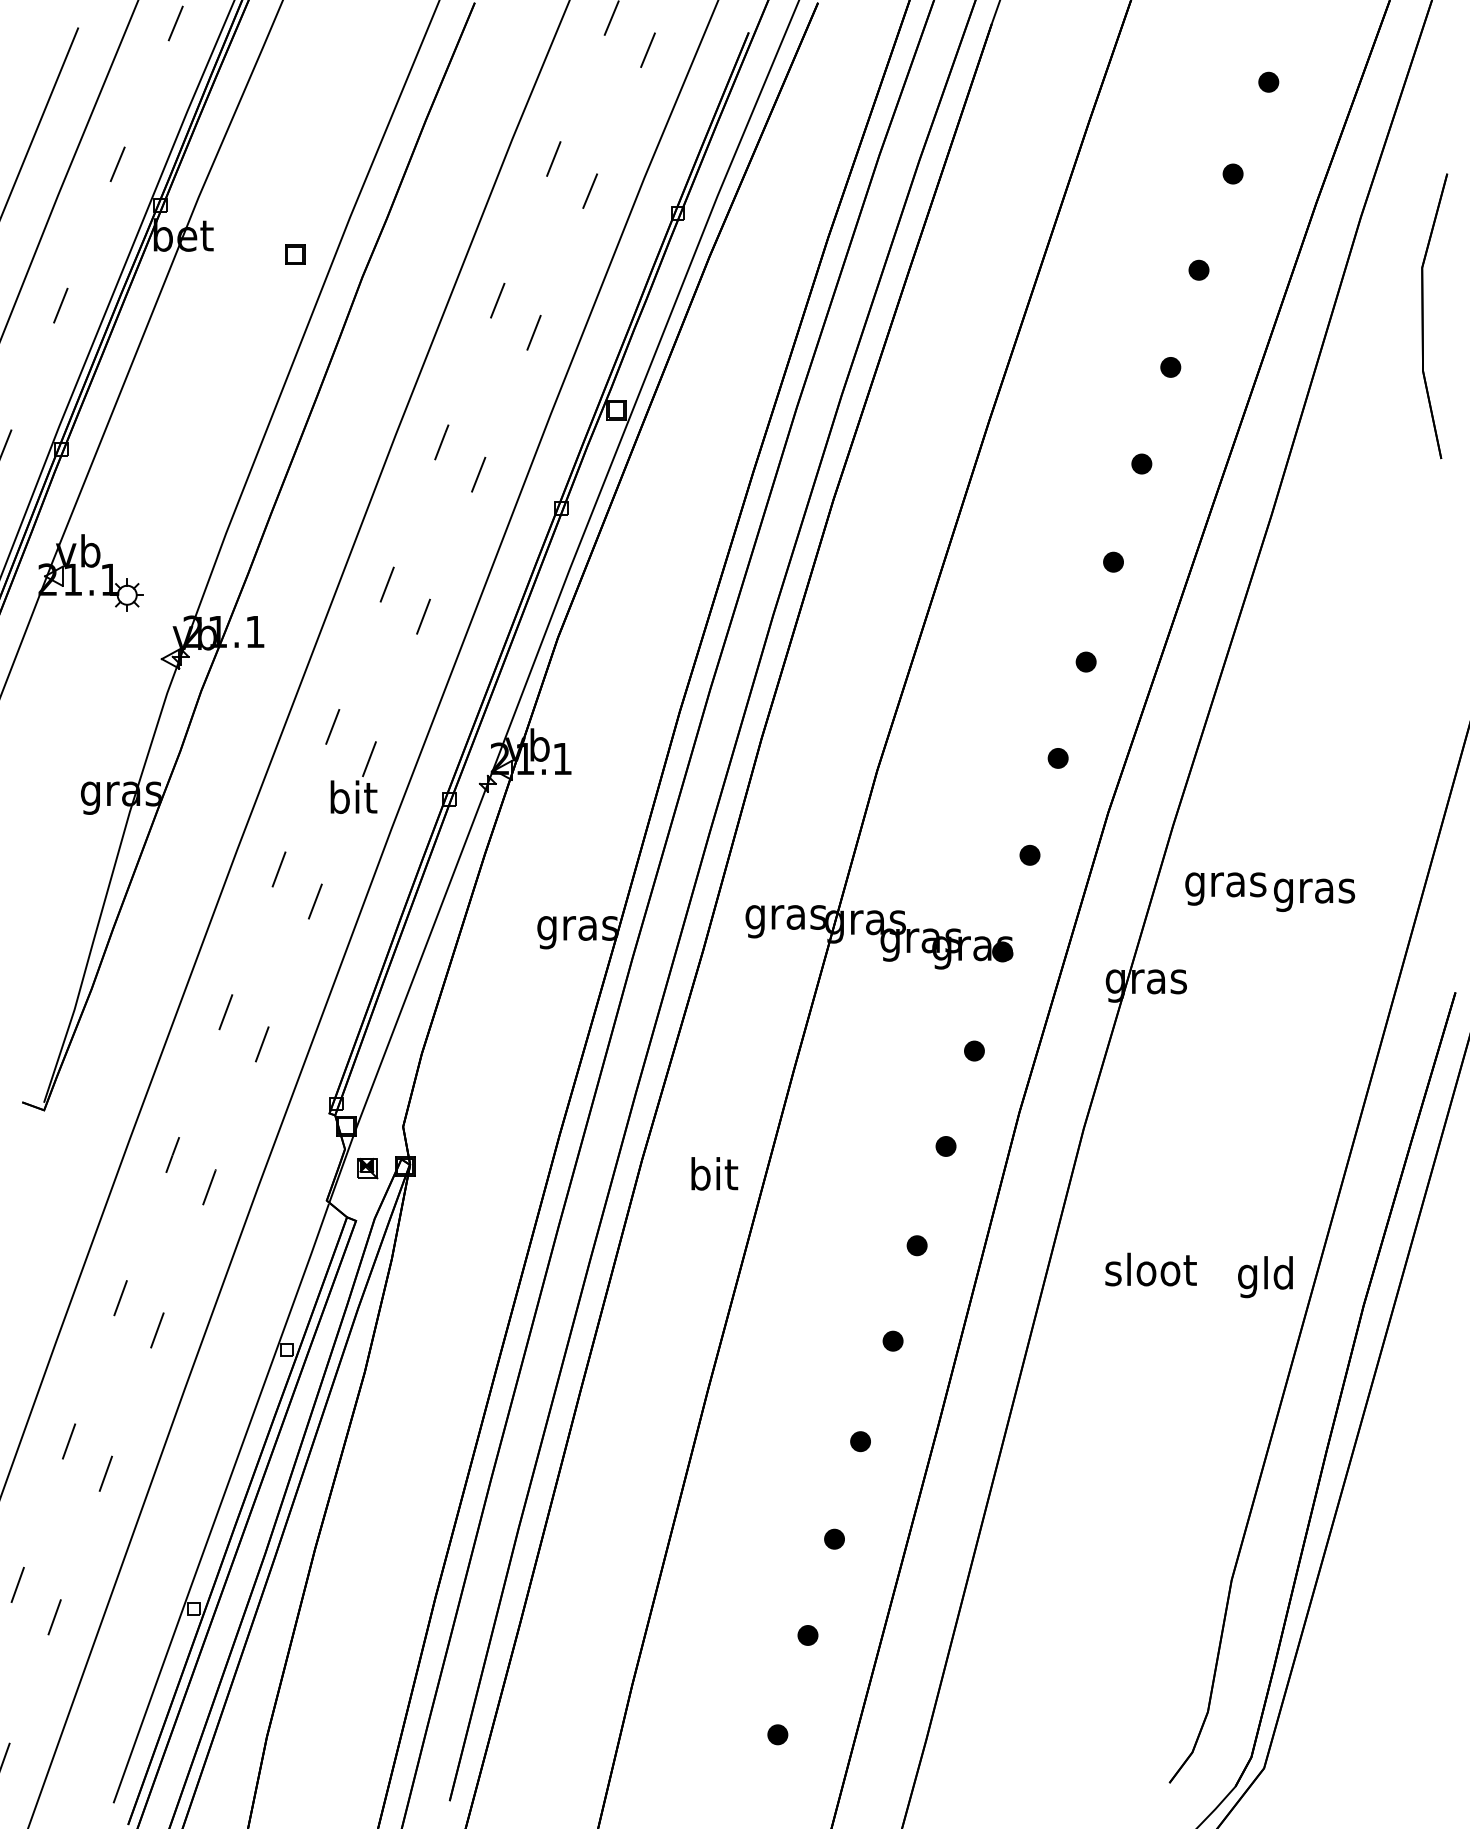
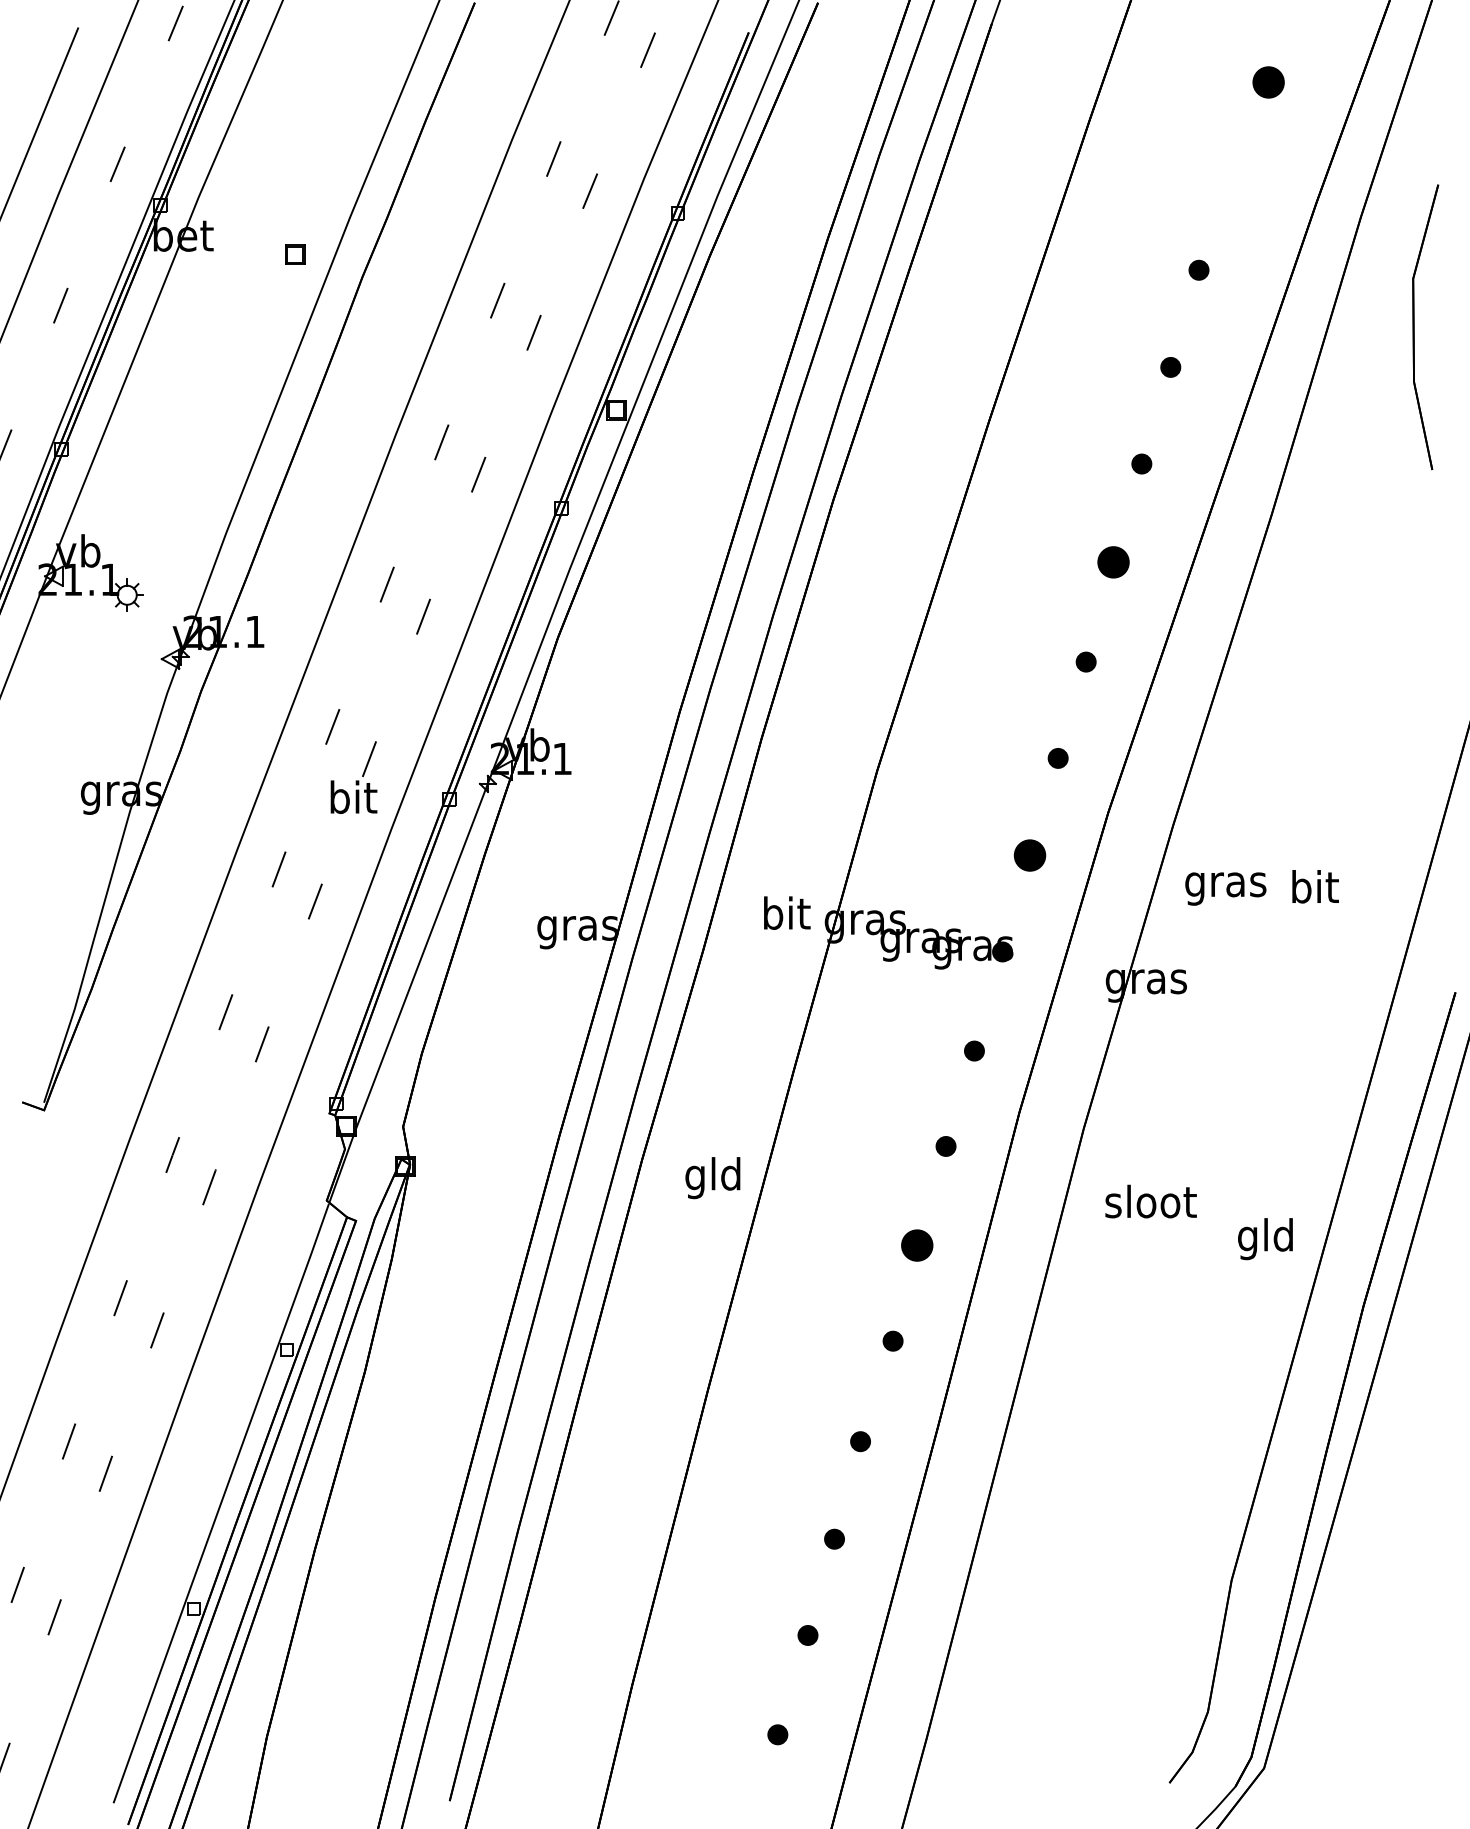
part at (1268, 81) size: 22x22 px -> 33x33 px
part at (1232, 173): present -> none
part at (1423, 316) position: (1423, 316) -> (1414, 327)
part at (1113, 561) size: 21x22 px -> 33x33 px
part at (1029, 854) size: 22x22 px -> 34x33 px
text at (1314, 890): gras -> bit
text at (785, 917): gras -> bit
part at (367, 1168): present -> none
text at (712, 1178): bit -> gld
part at (916, 1245) size: 22x22 px -> 33x33 px
text at (1150, 1269) position: (1150, 1269) -> (1150, 1201)
text at (1265, 1277) position: (1265, 1277) -> (1265, 1239)
